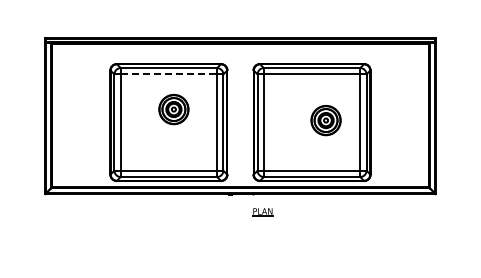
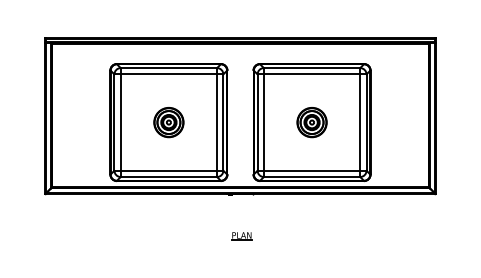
line at (169, 74): dashed -> solid
part at (173, 109) position: (173, 109) -> (168, 122)
part at (325, 120) position: (325, 120) -> (311, 122)
part at (262, 212) position: (262, 212) -> (241, 236)
